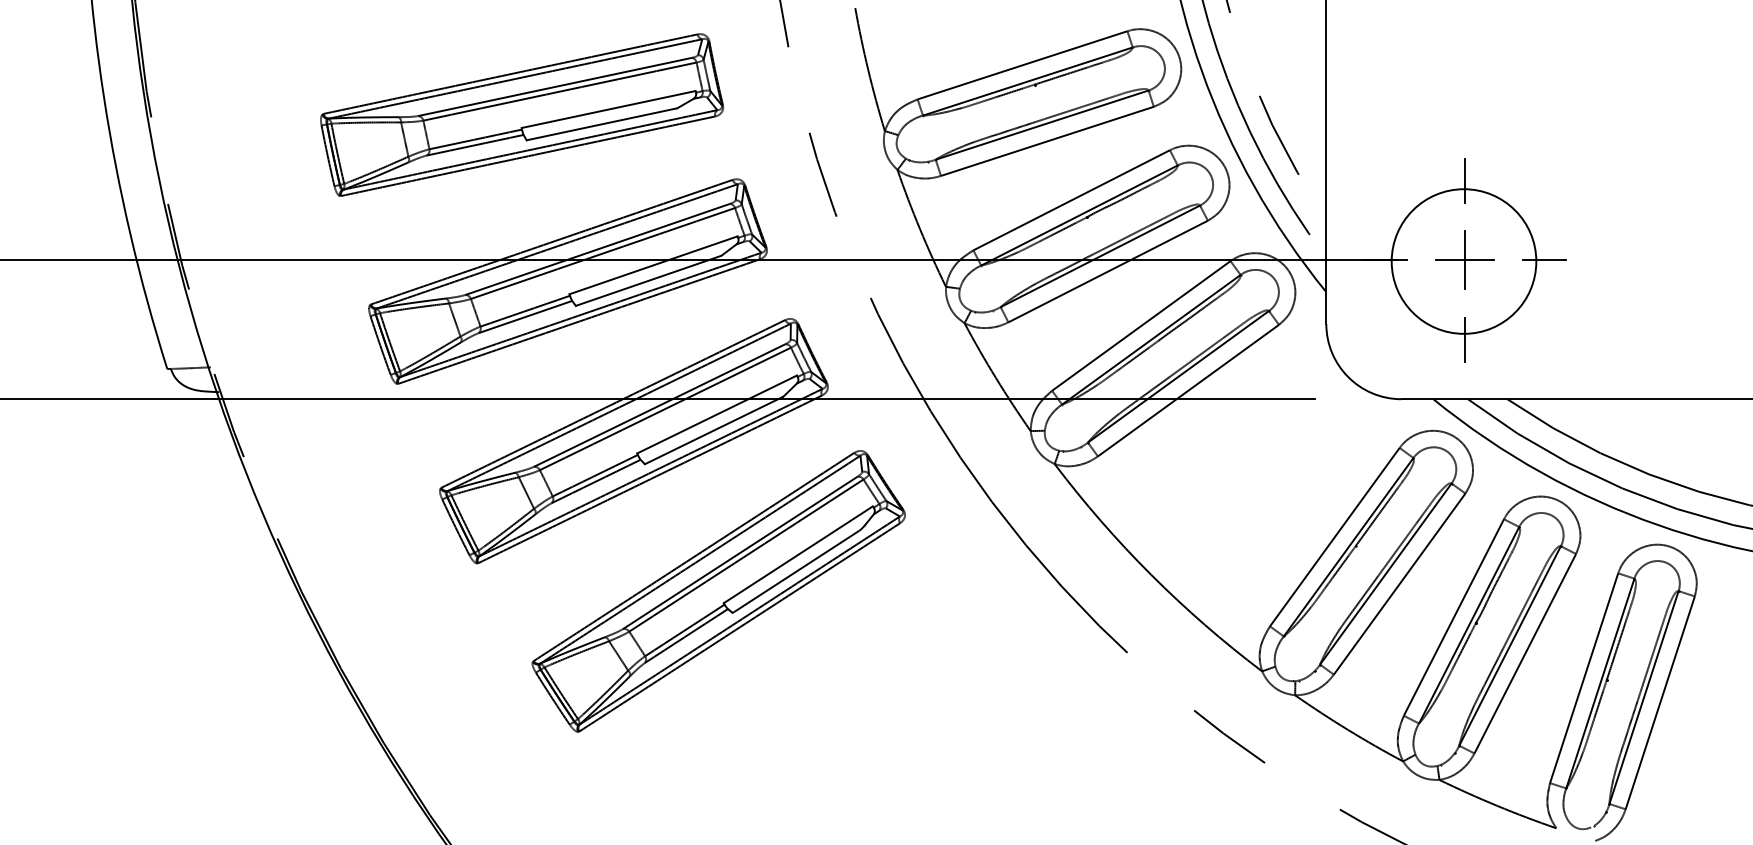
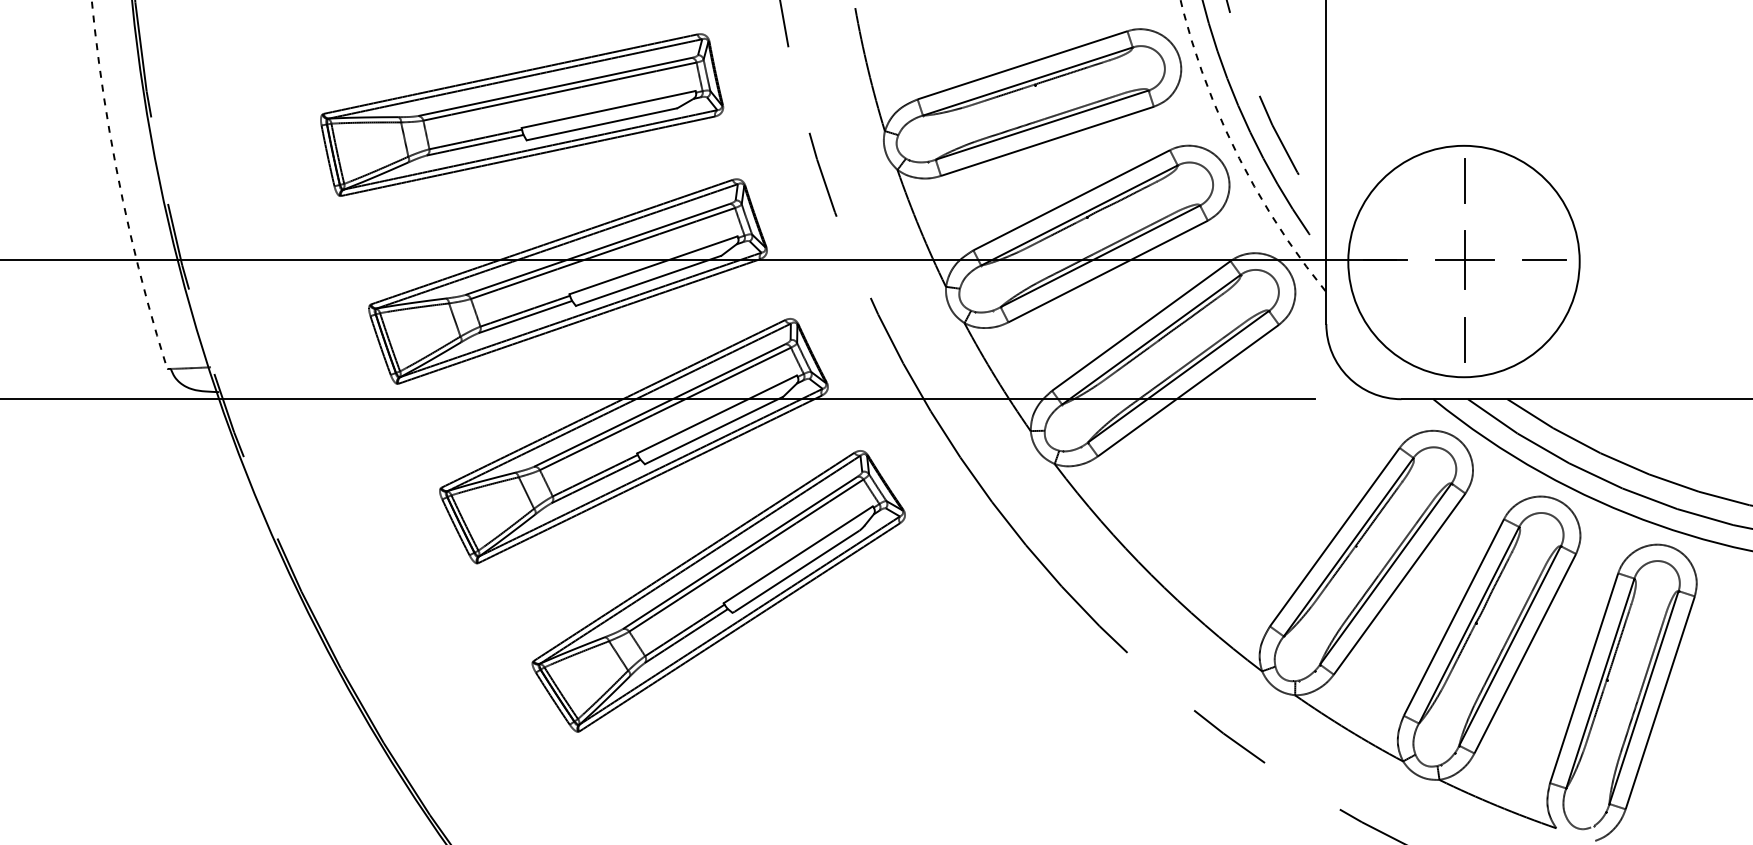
arc at (1237, 154): solid -> dashed
arc at (120, 186): solid -> dashed
circle at (1463, 261) diameter: 145 px -> 231 px
